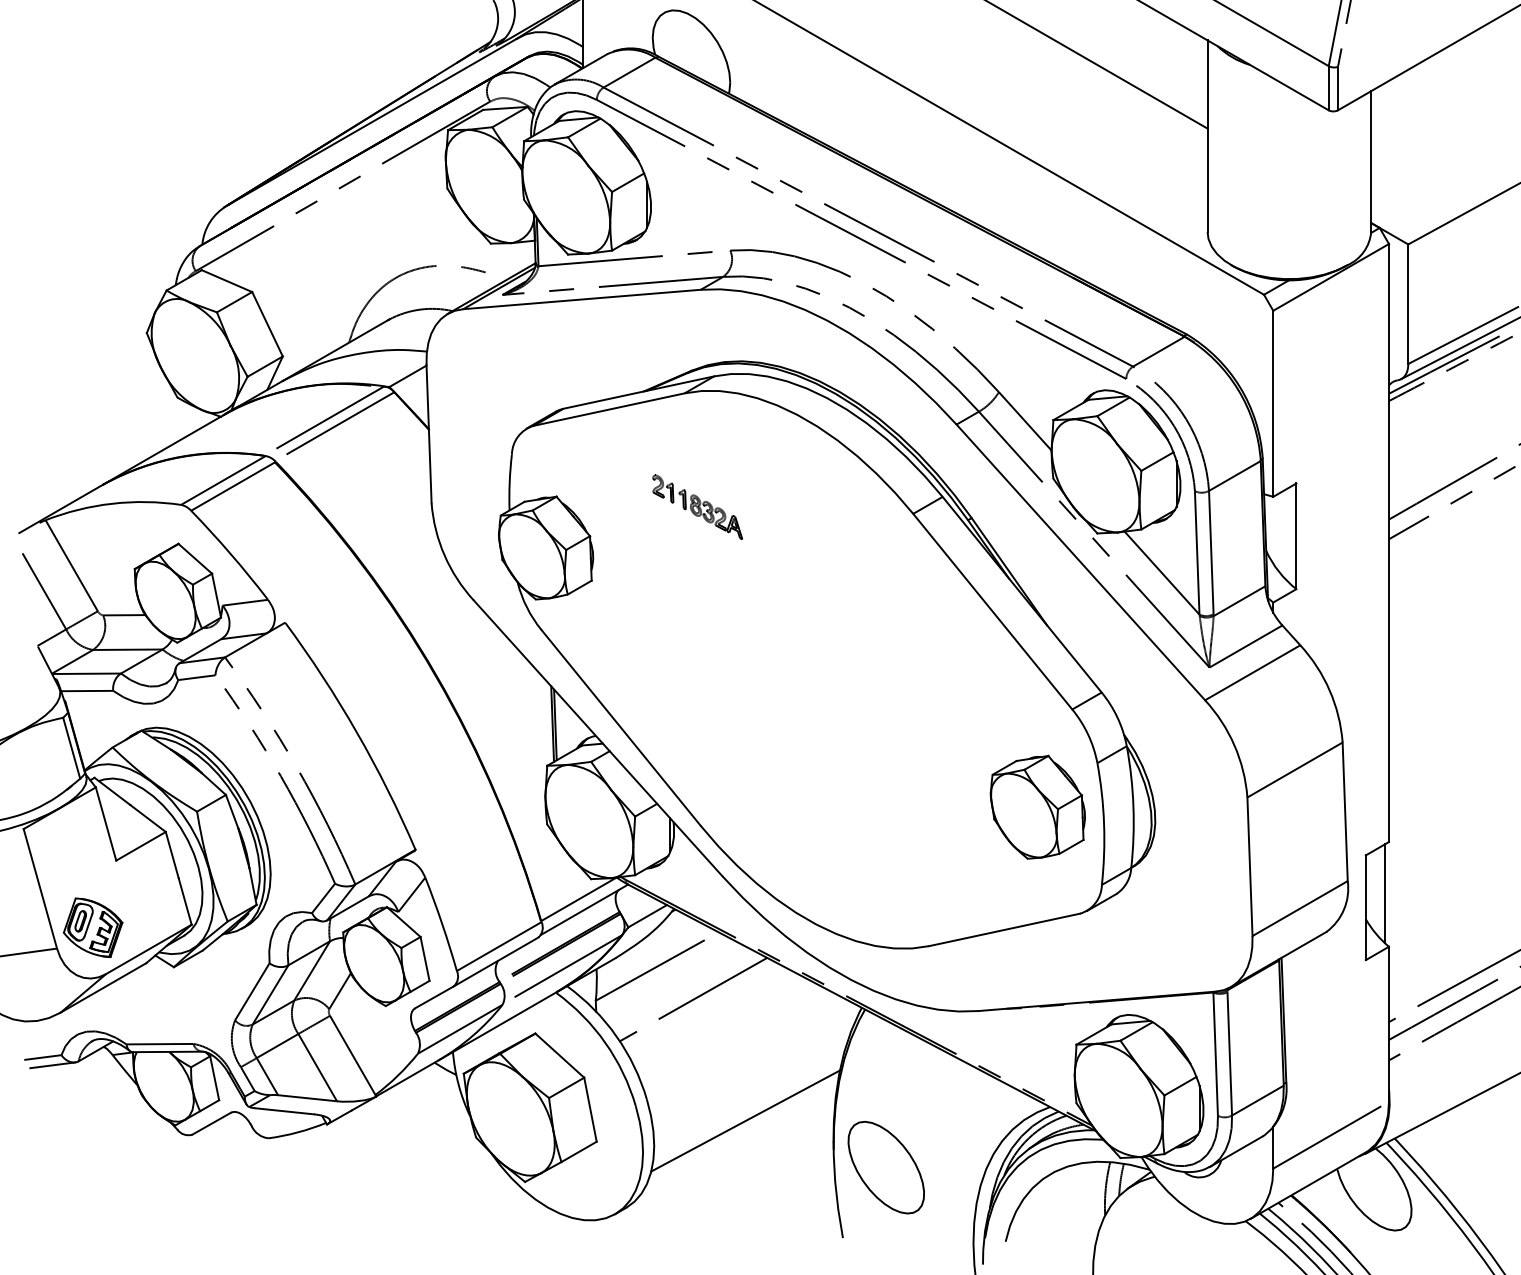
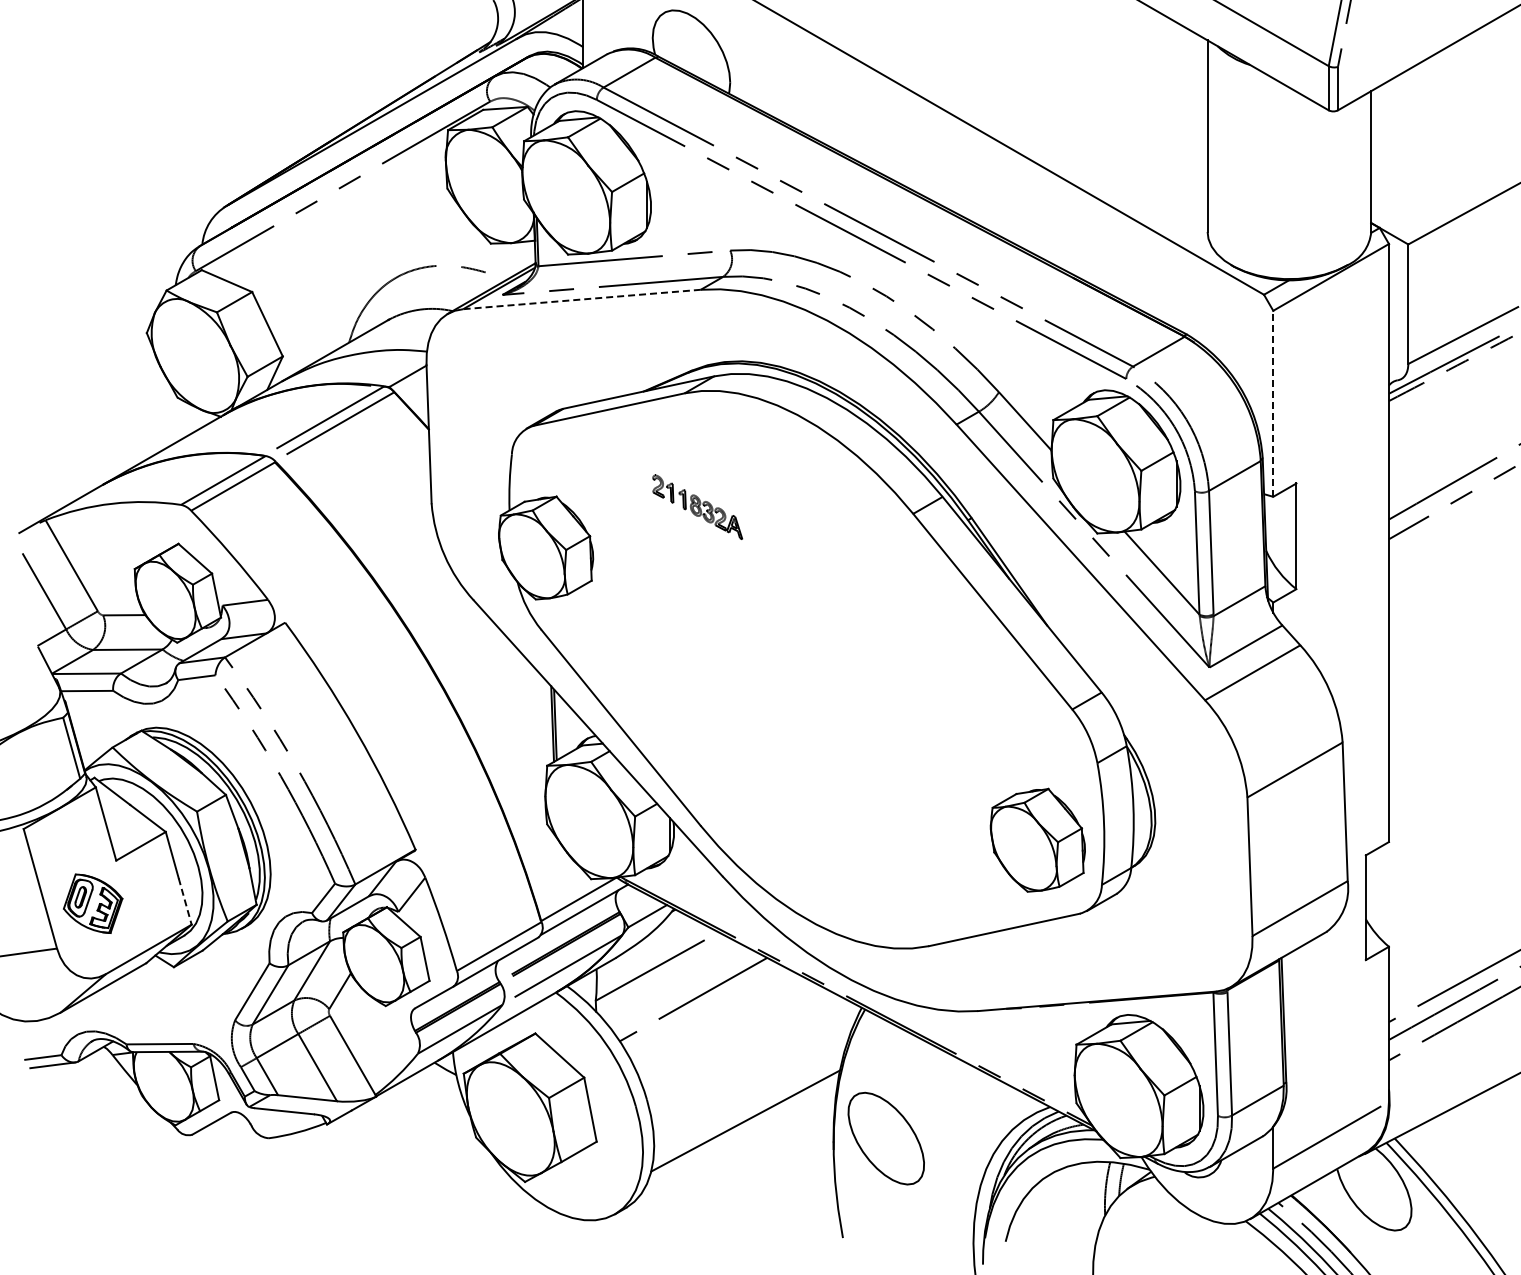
line at (1098, 65): present -> none
line at (581, 299): solid -> dashed
line at (1459, 348): present -> none
line at (1273, 403): solid -> dashed
part at (1037, 806) position: (1037, 806) -> (1037, 839)
line at (1384, 893): present -> none
line at (185, 902): solid -> dashed
part at (93, 927) position: (93, 927) -> (93, 903)
part at (885, 1167) position: (885, 1167) -> (885, 1138)
